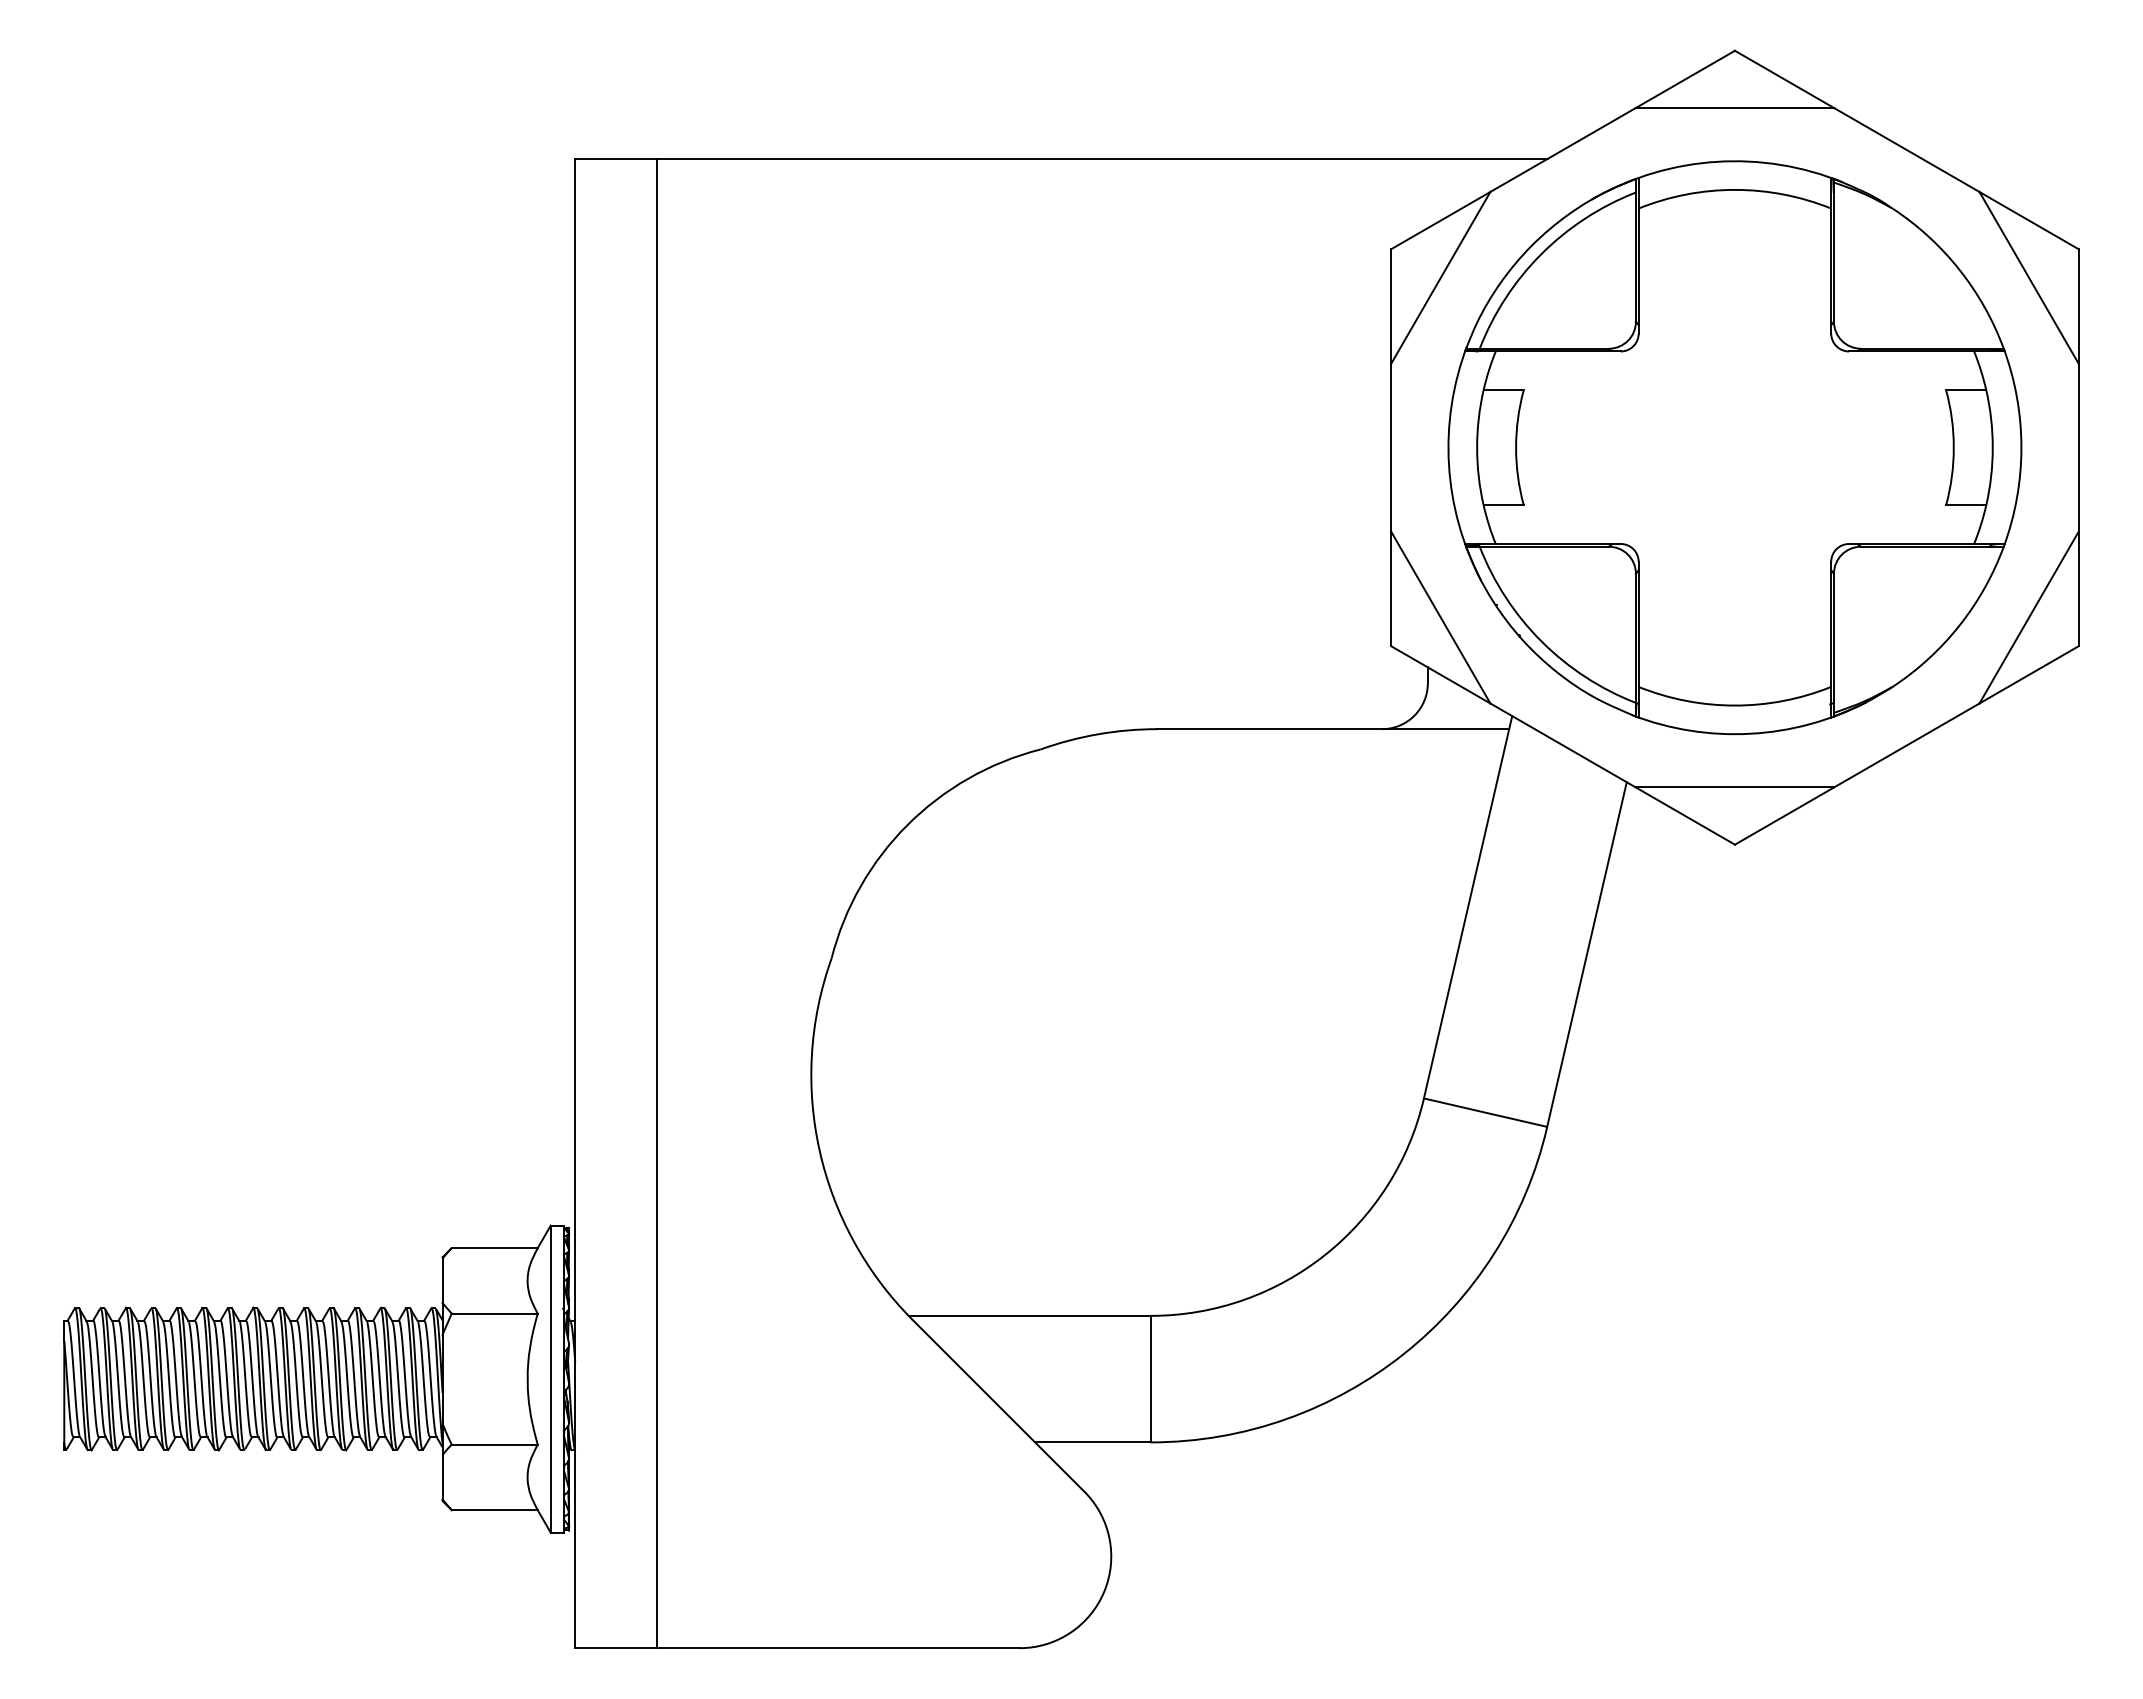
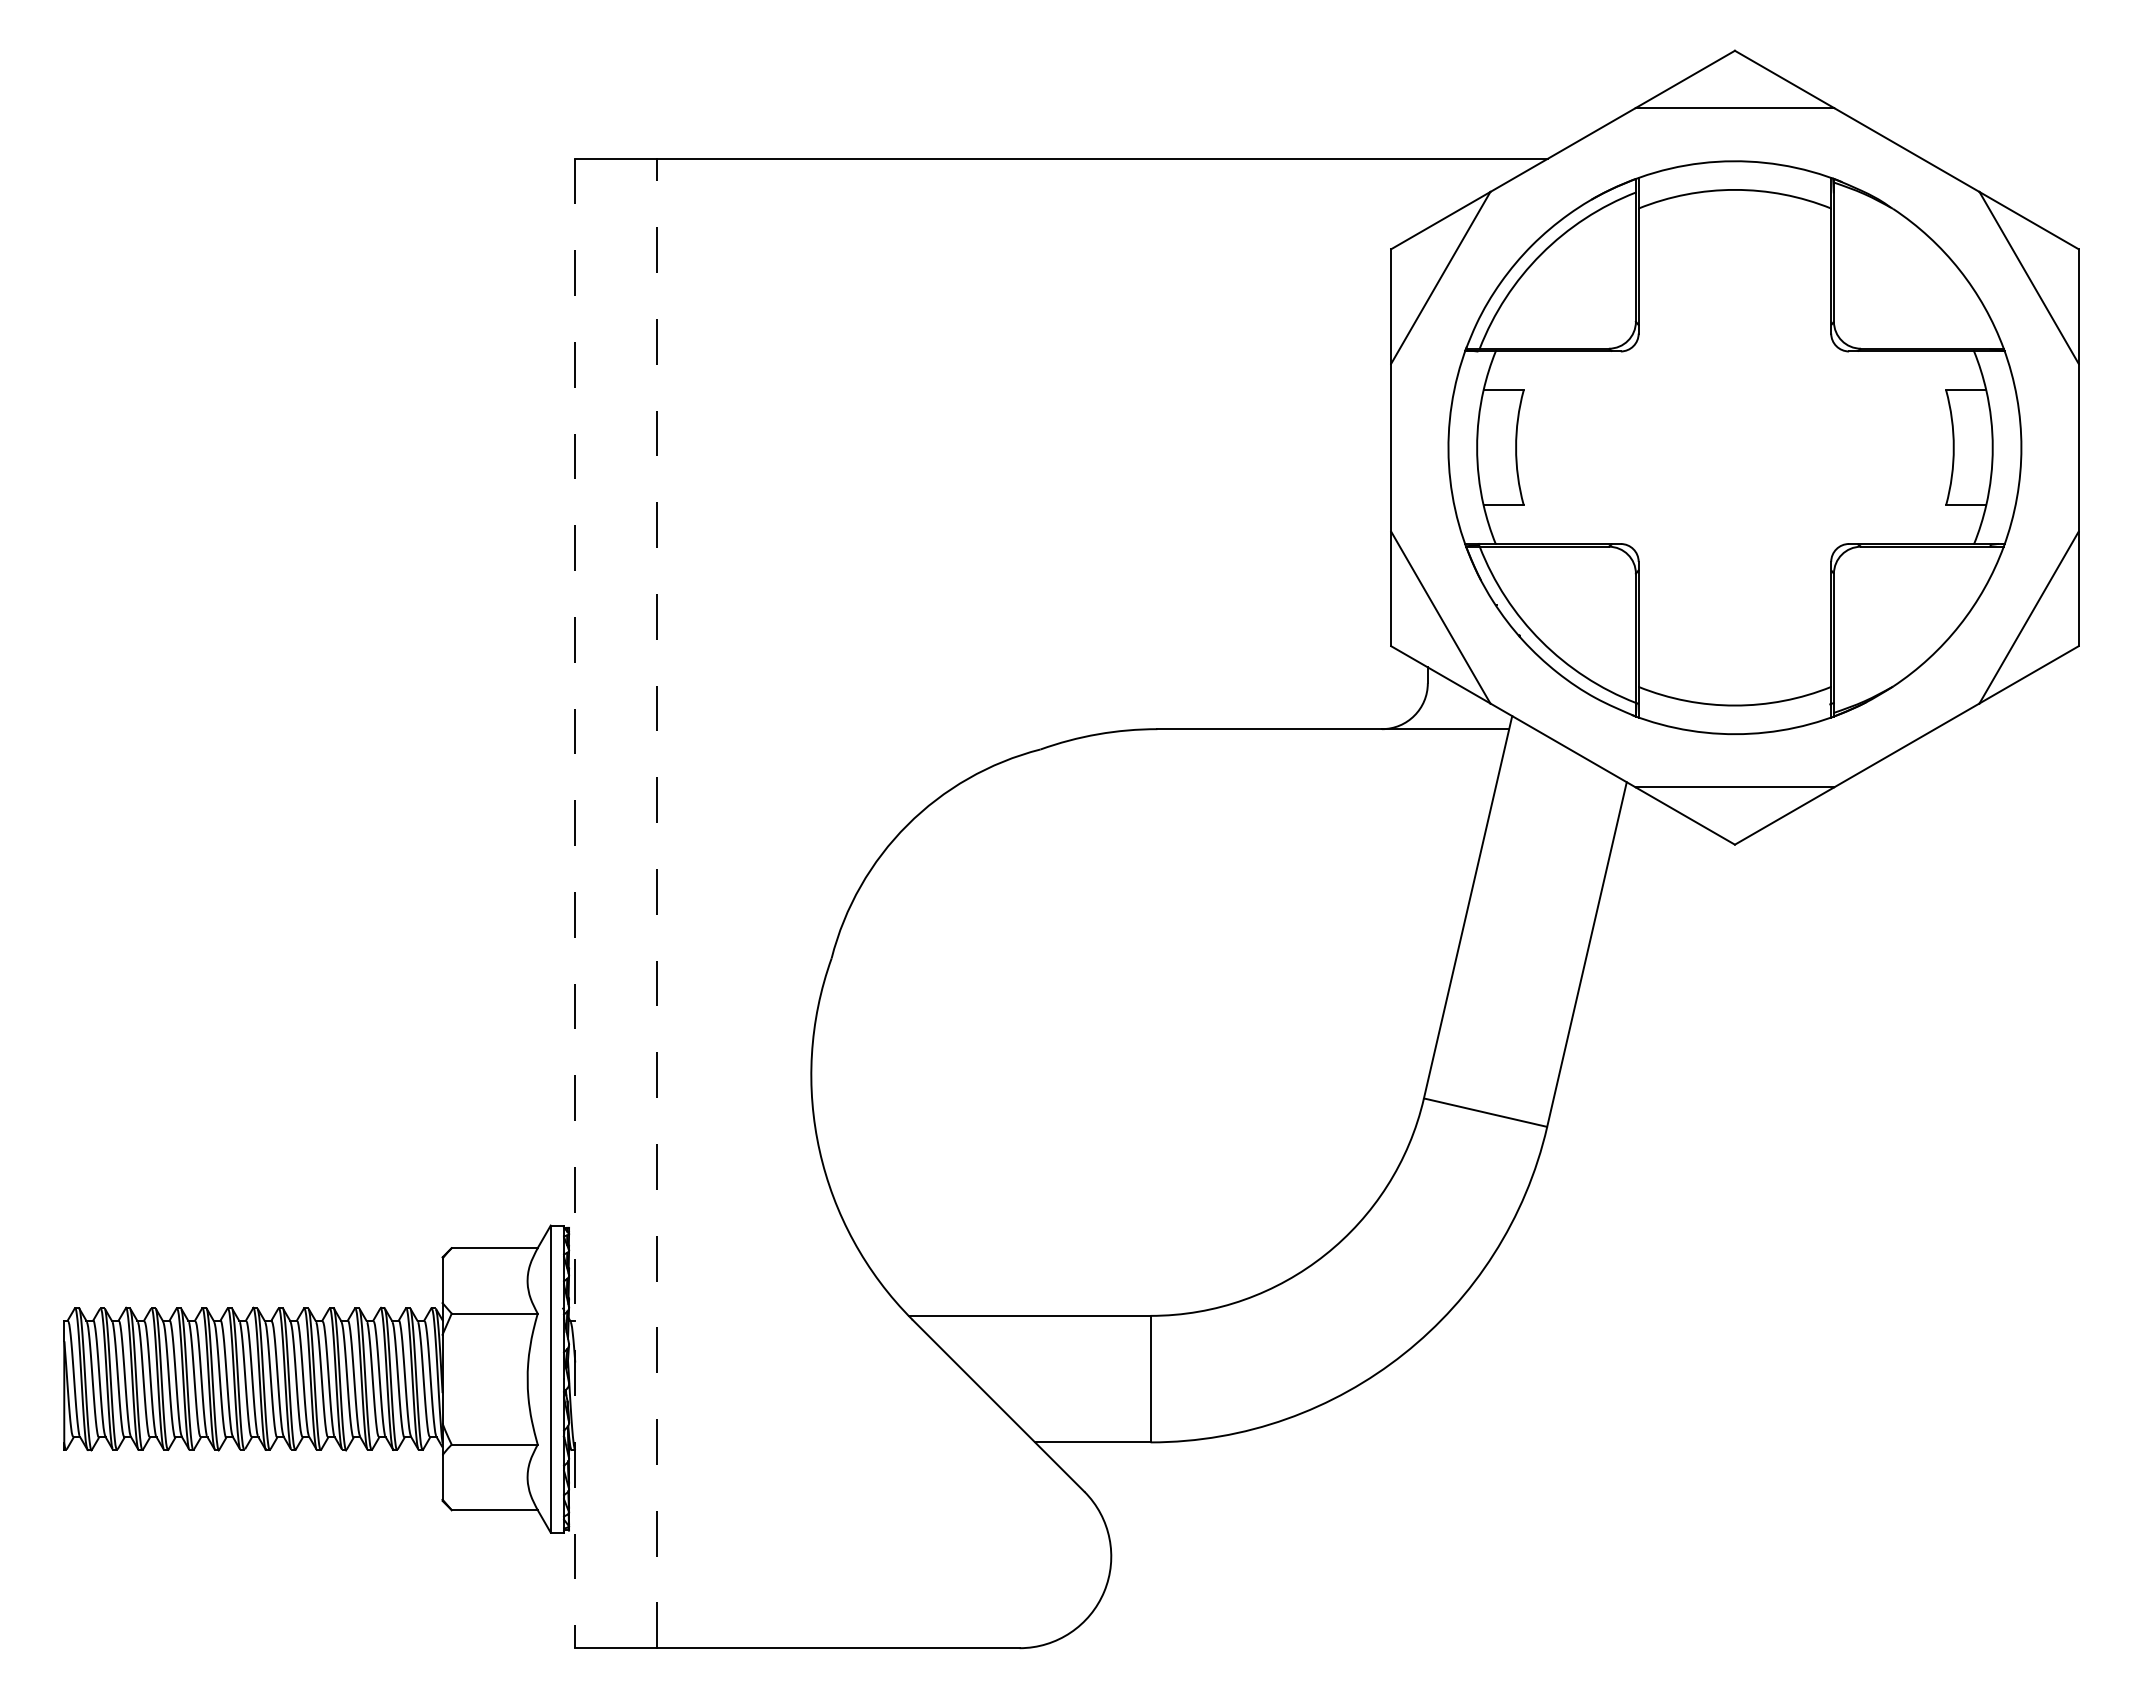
line at (575, 903): solid -> dashed
line at (657, 903): solid -> dashed
